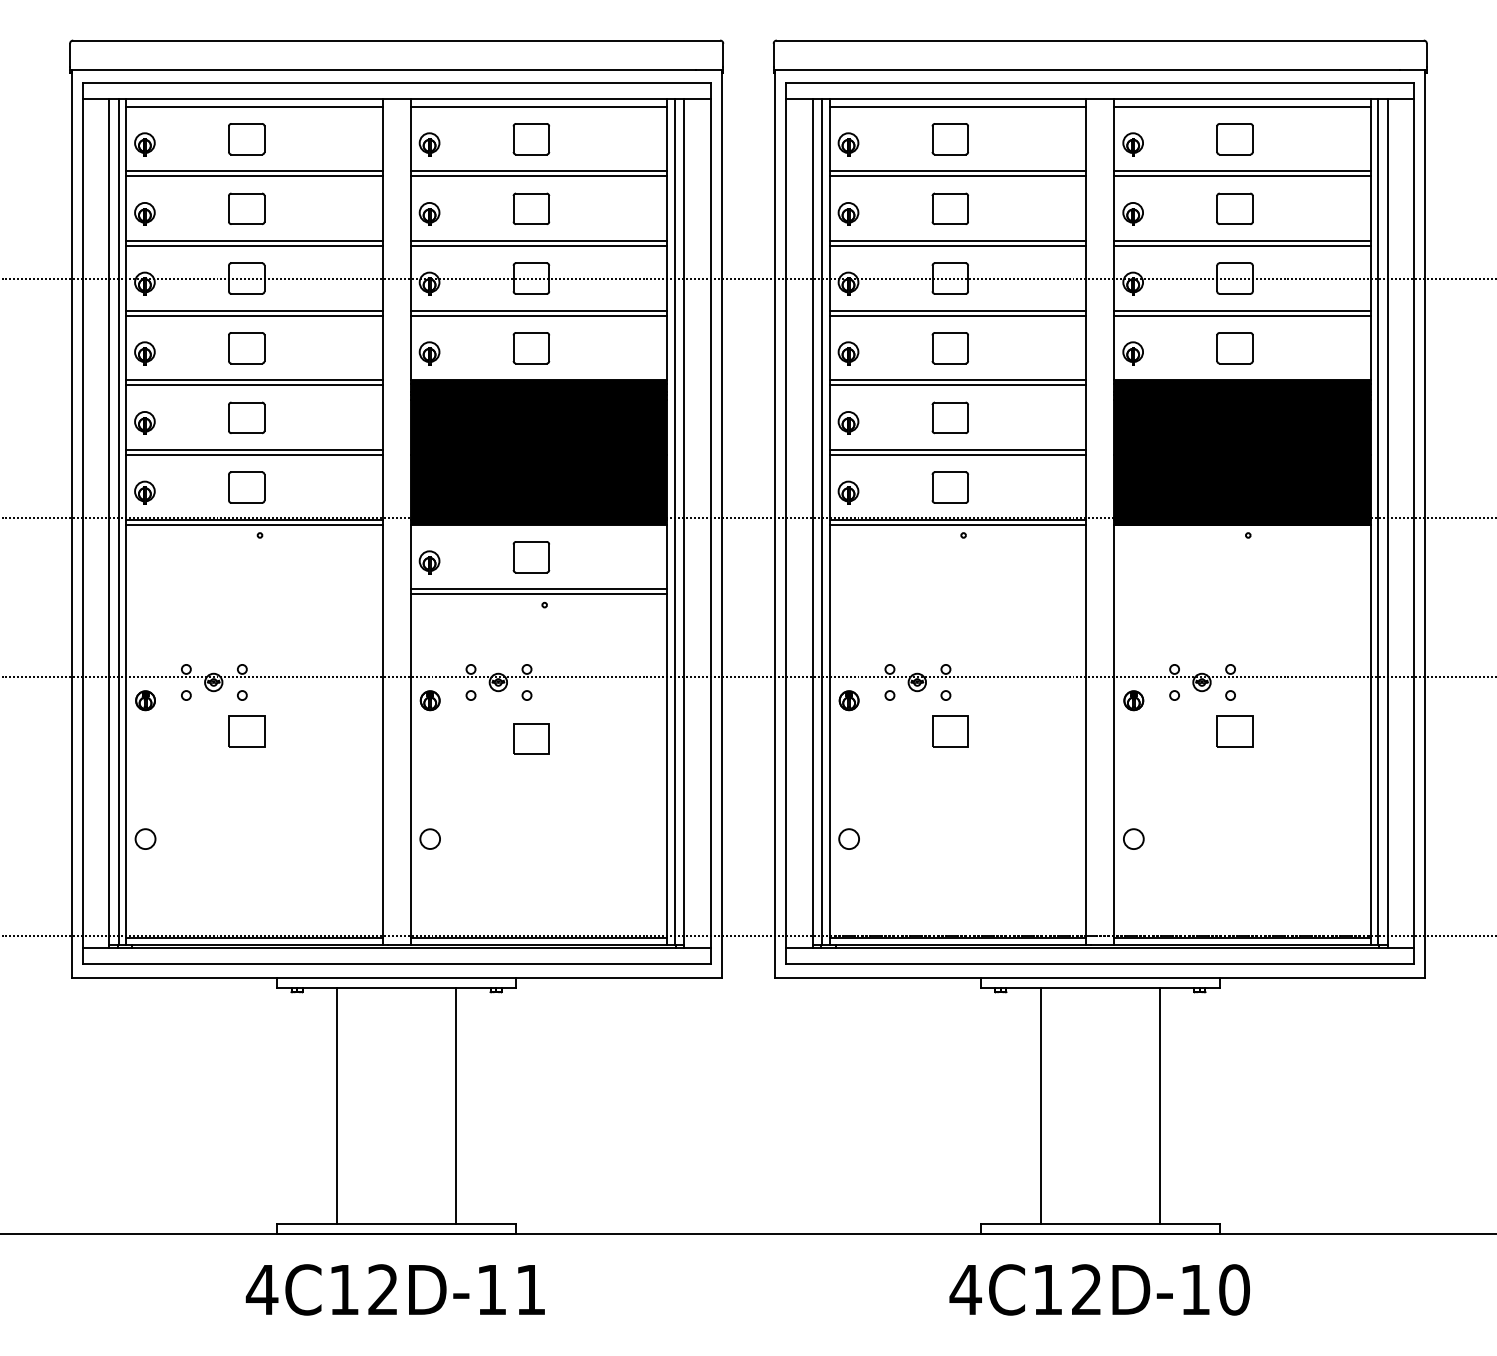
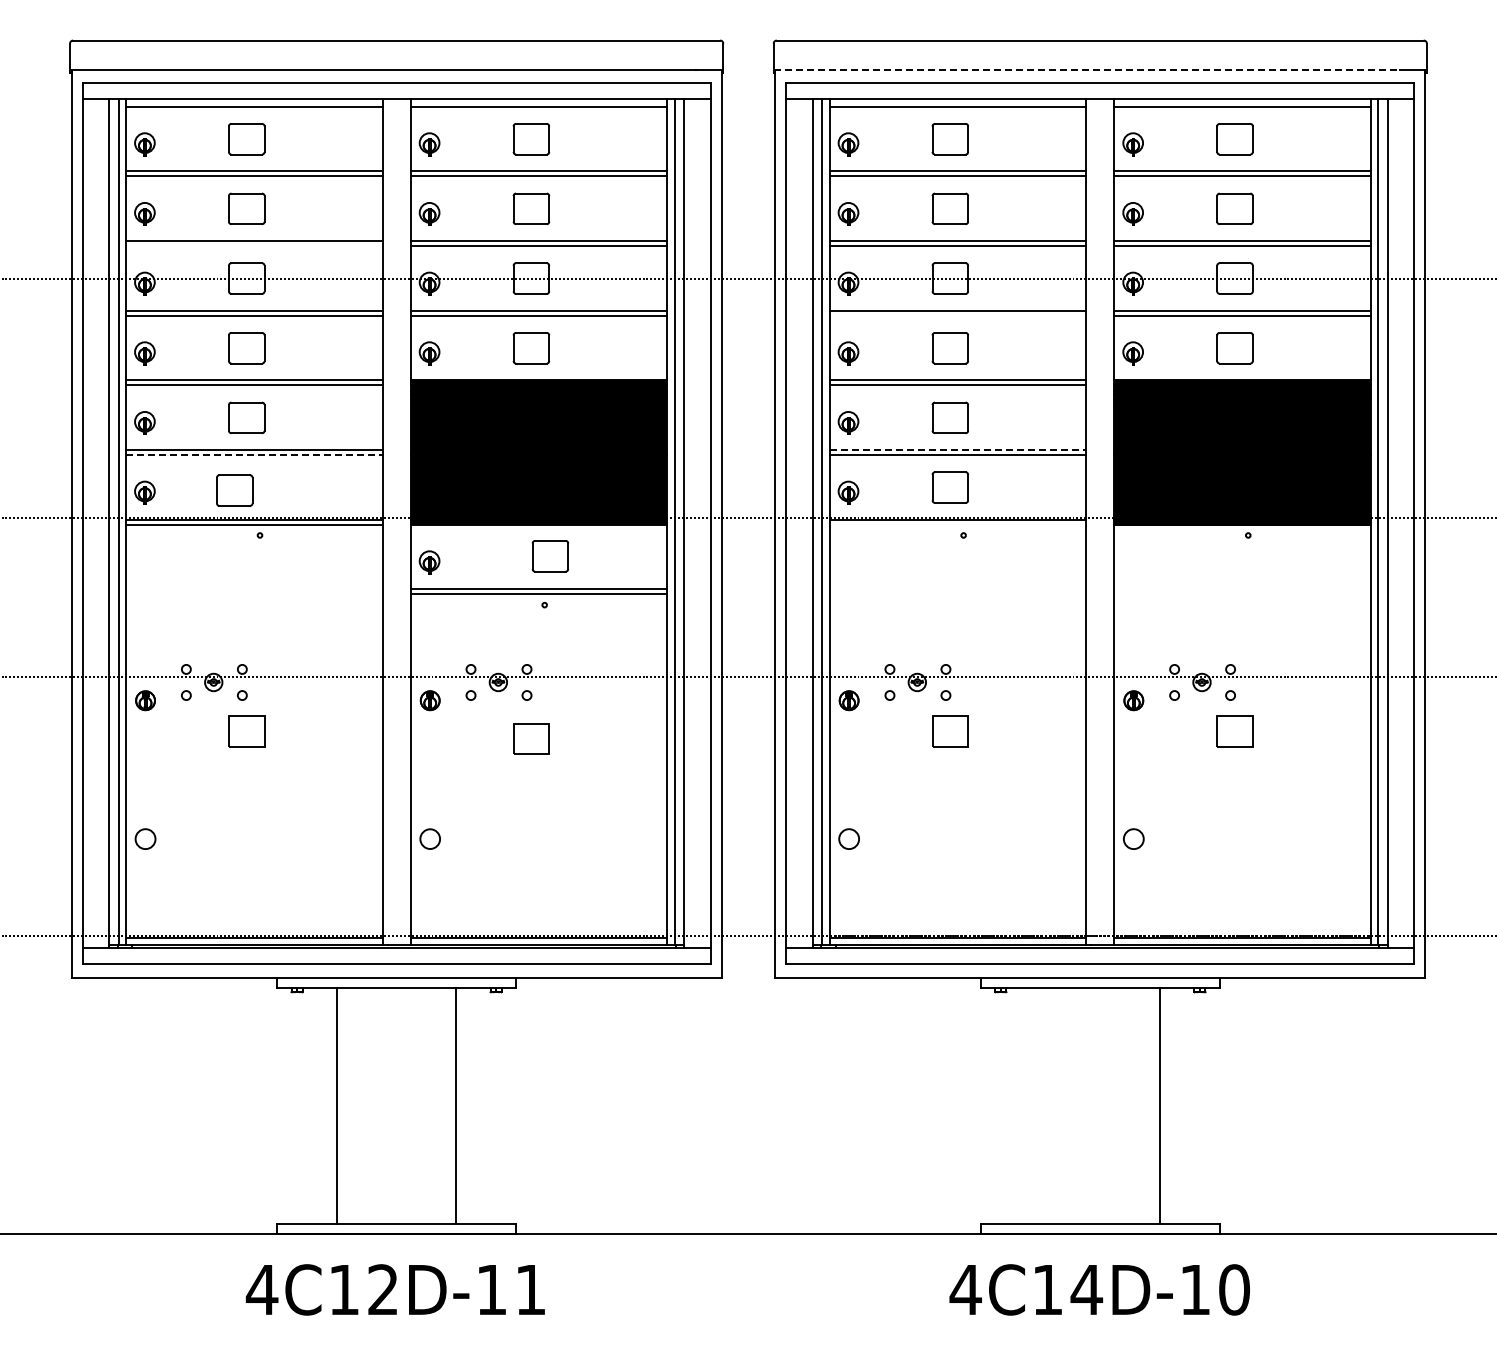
line at (1087, 70): solid -> dashed
line at (254, 245): present -> none
line at (957, 315): present -> none
line at (958, 449): solid -> dashed
line at (254, 454): solid -> dashed
part at (246, 487) position: (246, 487) -> (234, 490)
line at (957, 524): present -> none
part at (531, 557) position: (531, 557) -> (550, 556)
line at (1040, 1105): present -> none
text at (1086, 1289): 4C12D-10 -> 4C14D-10
